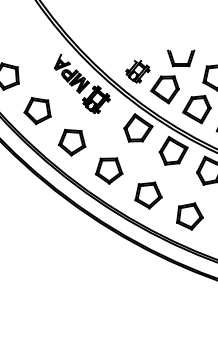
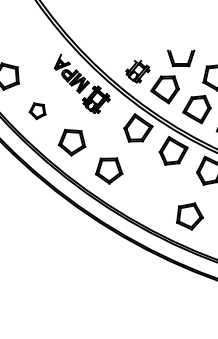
part at (37, 111) size: 29x29 px -> 19x19 px
part at (148, 195): present -> none
